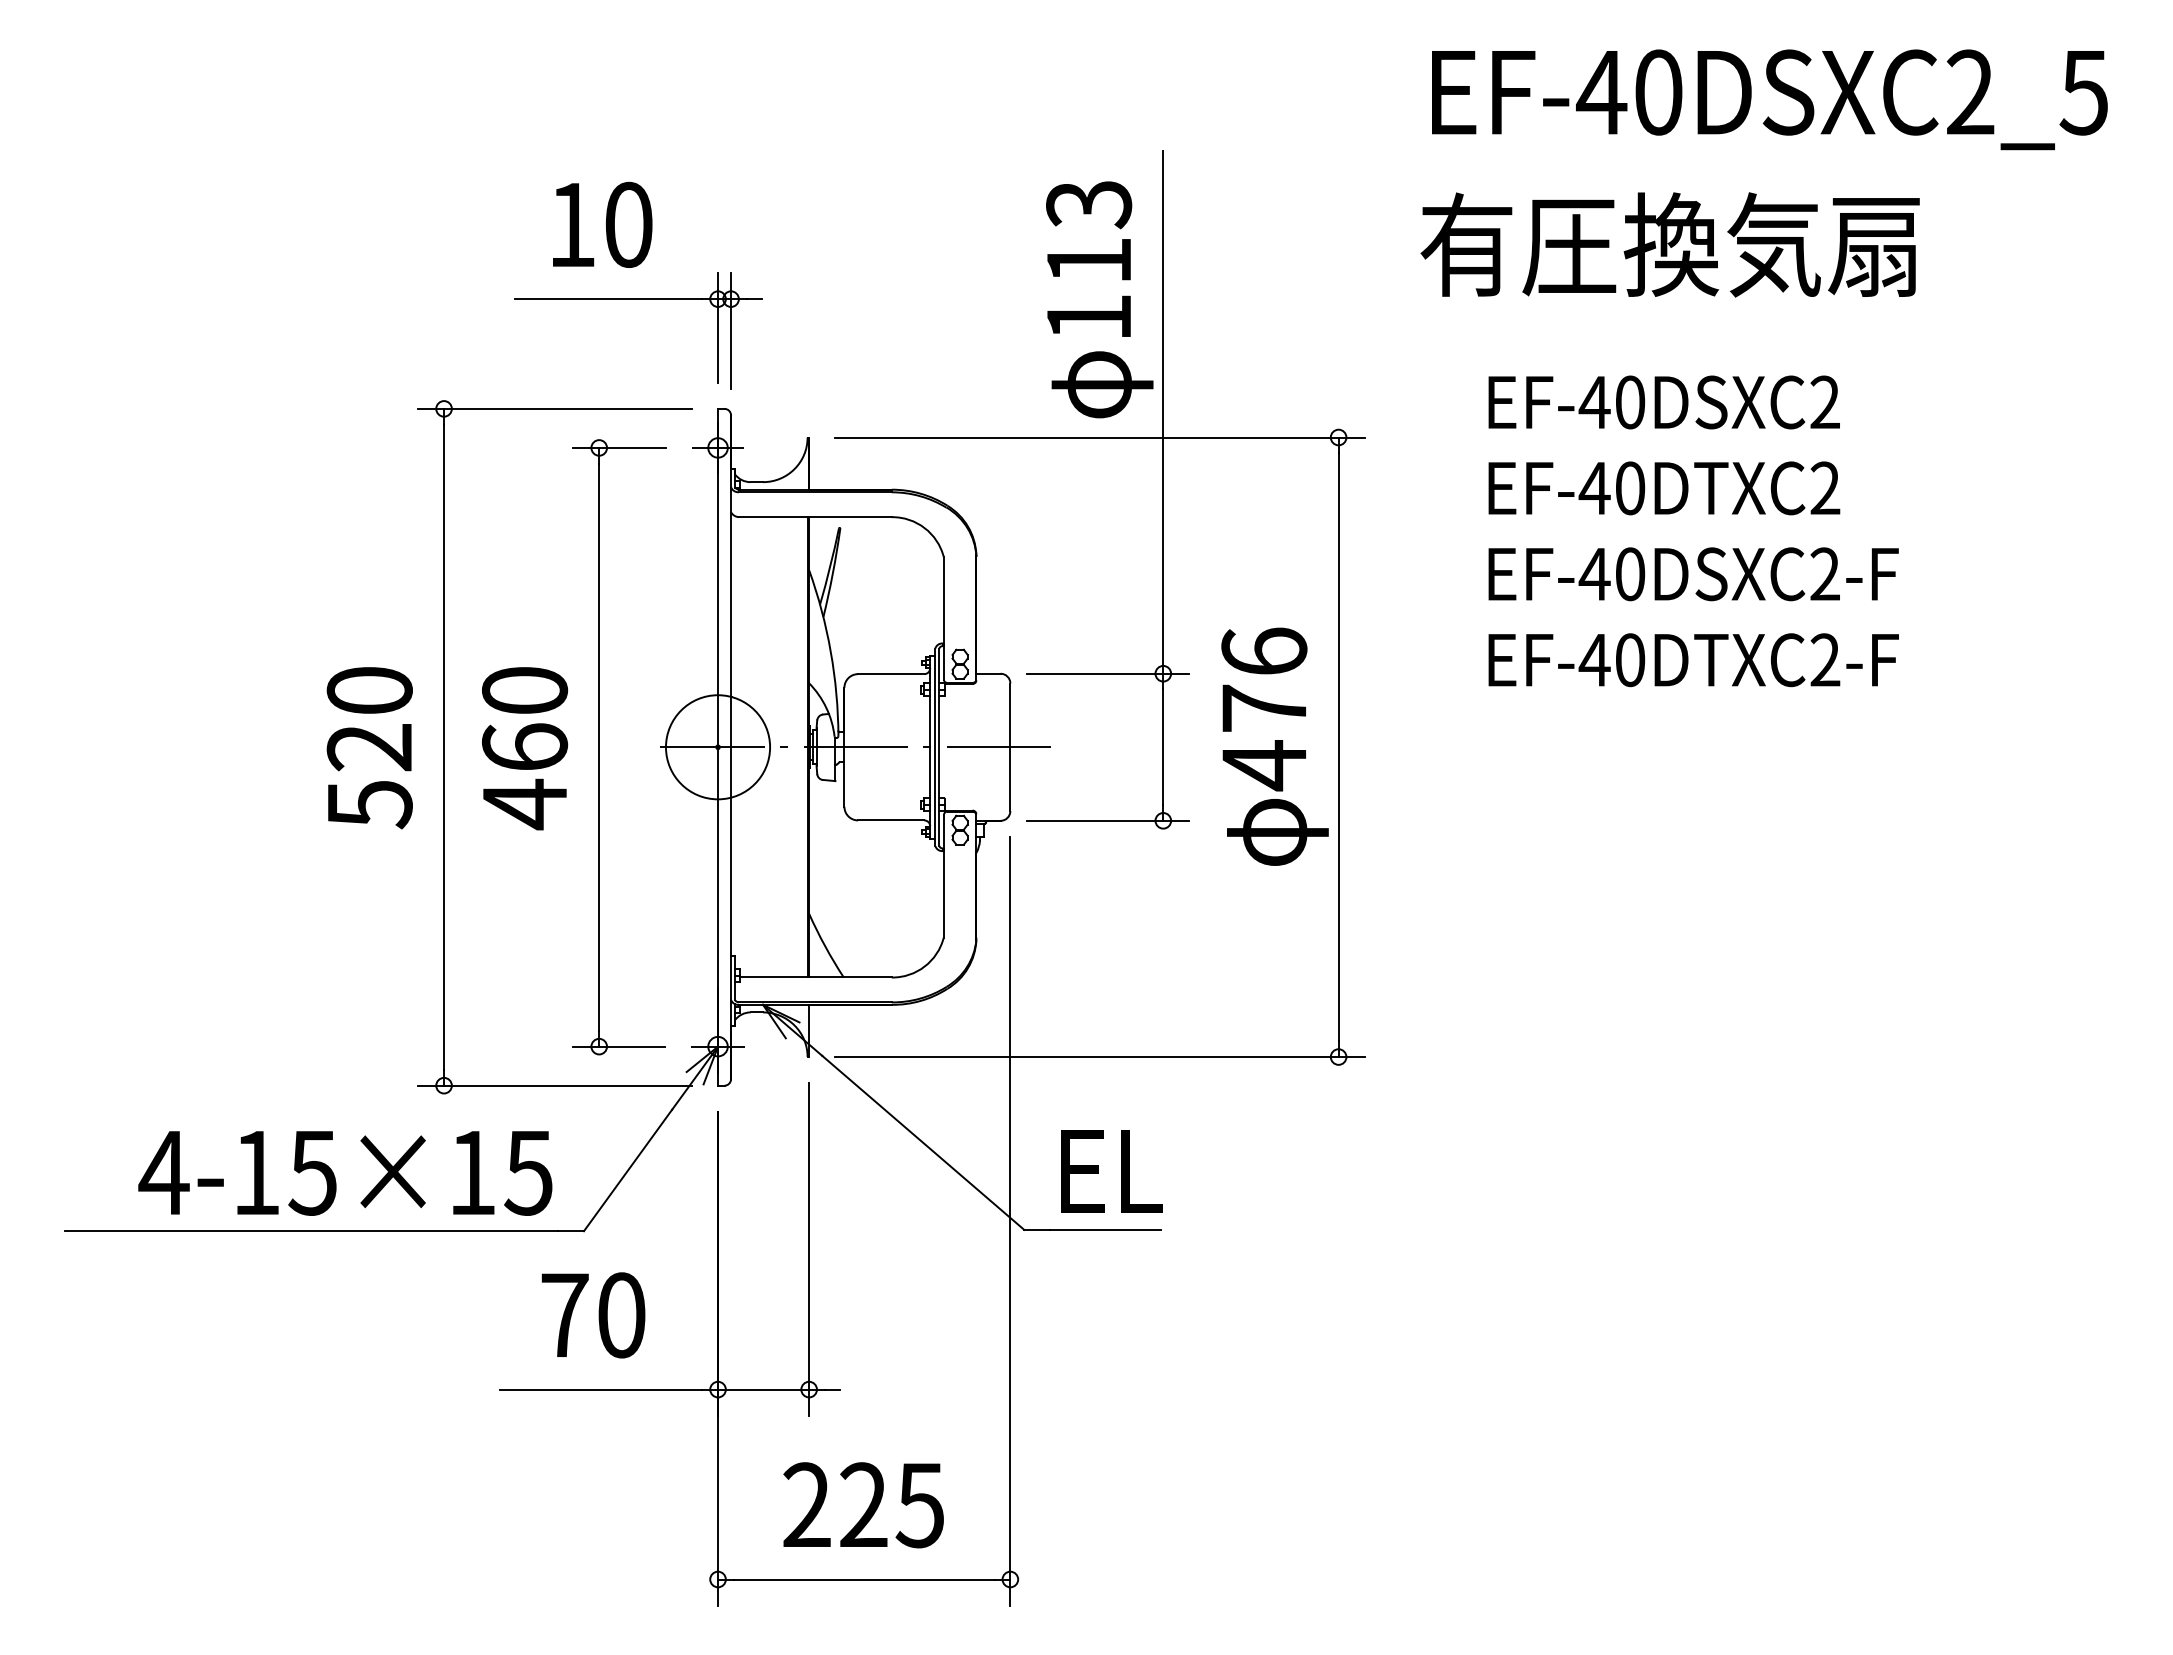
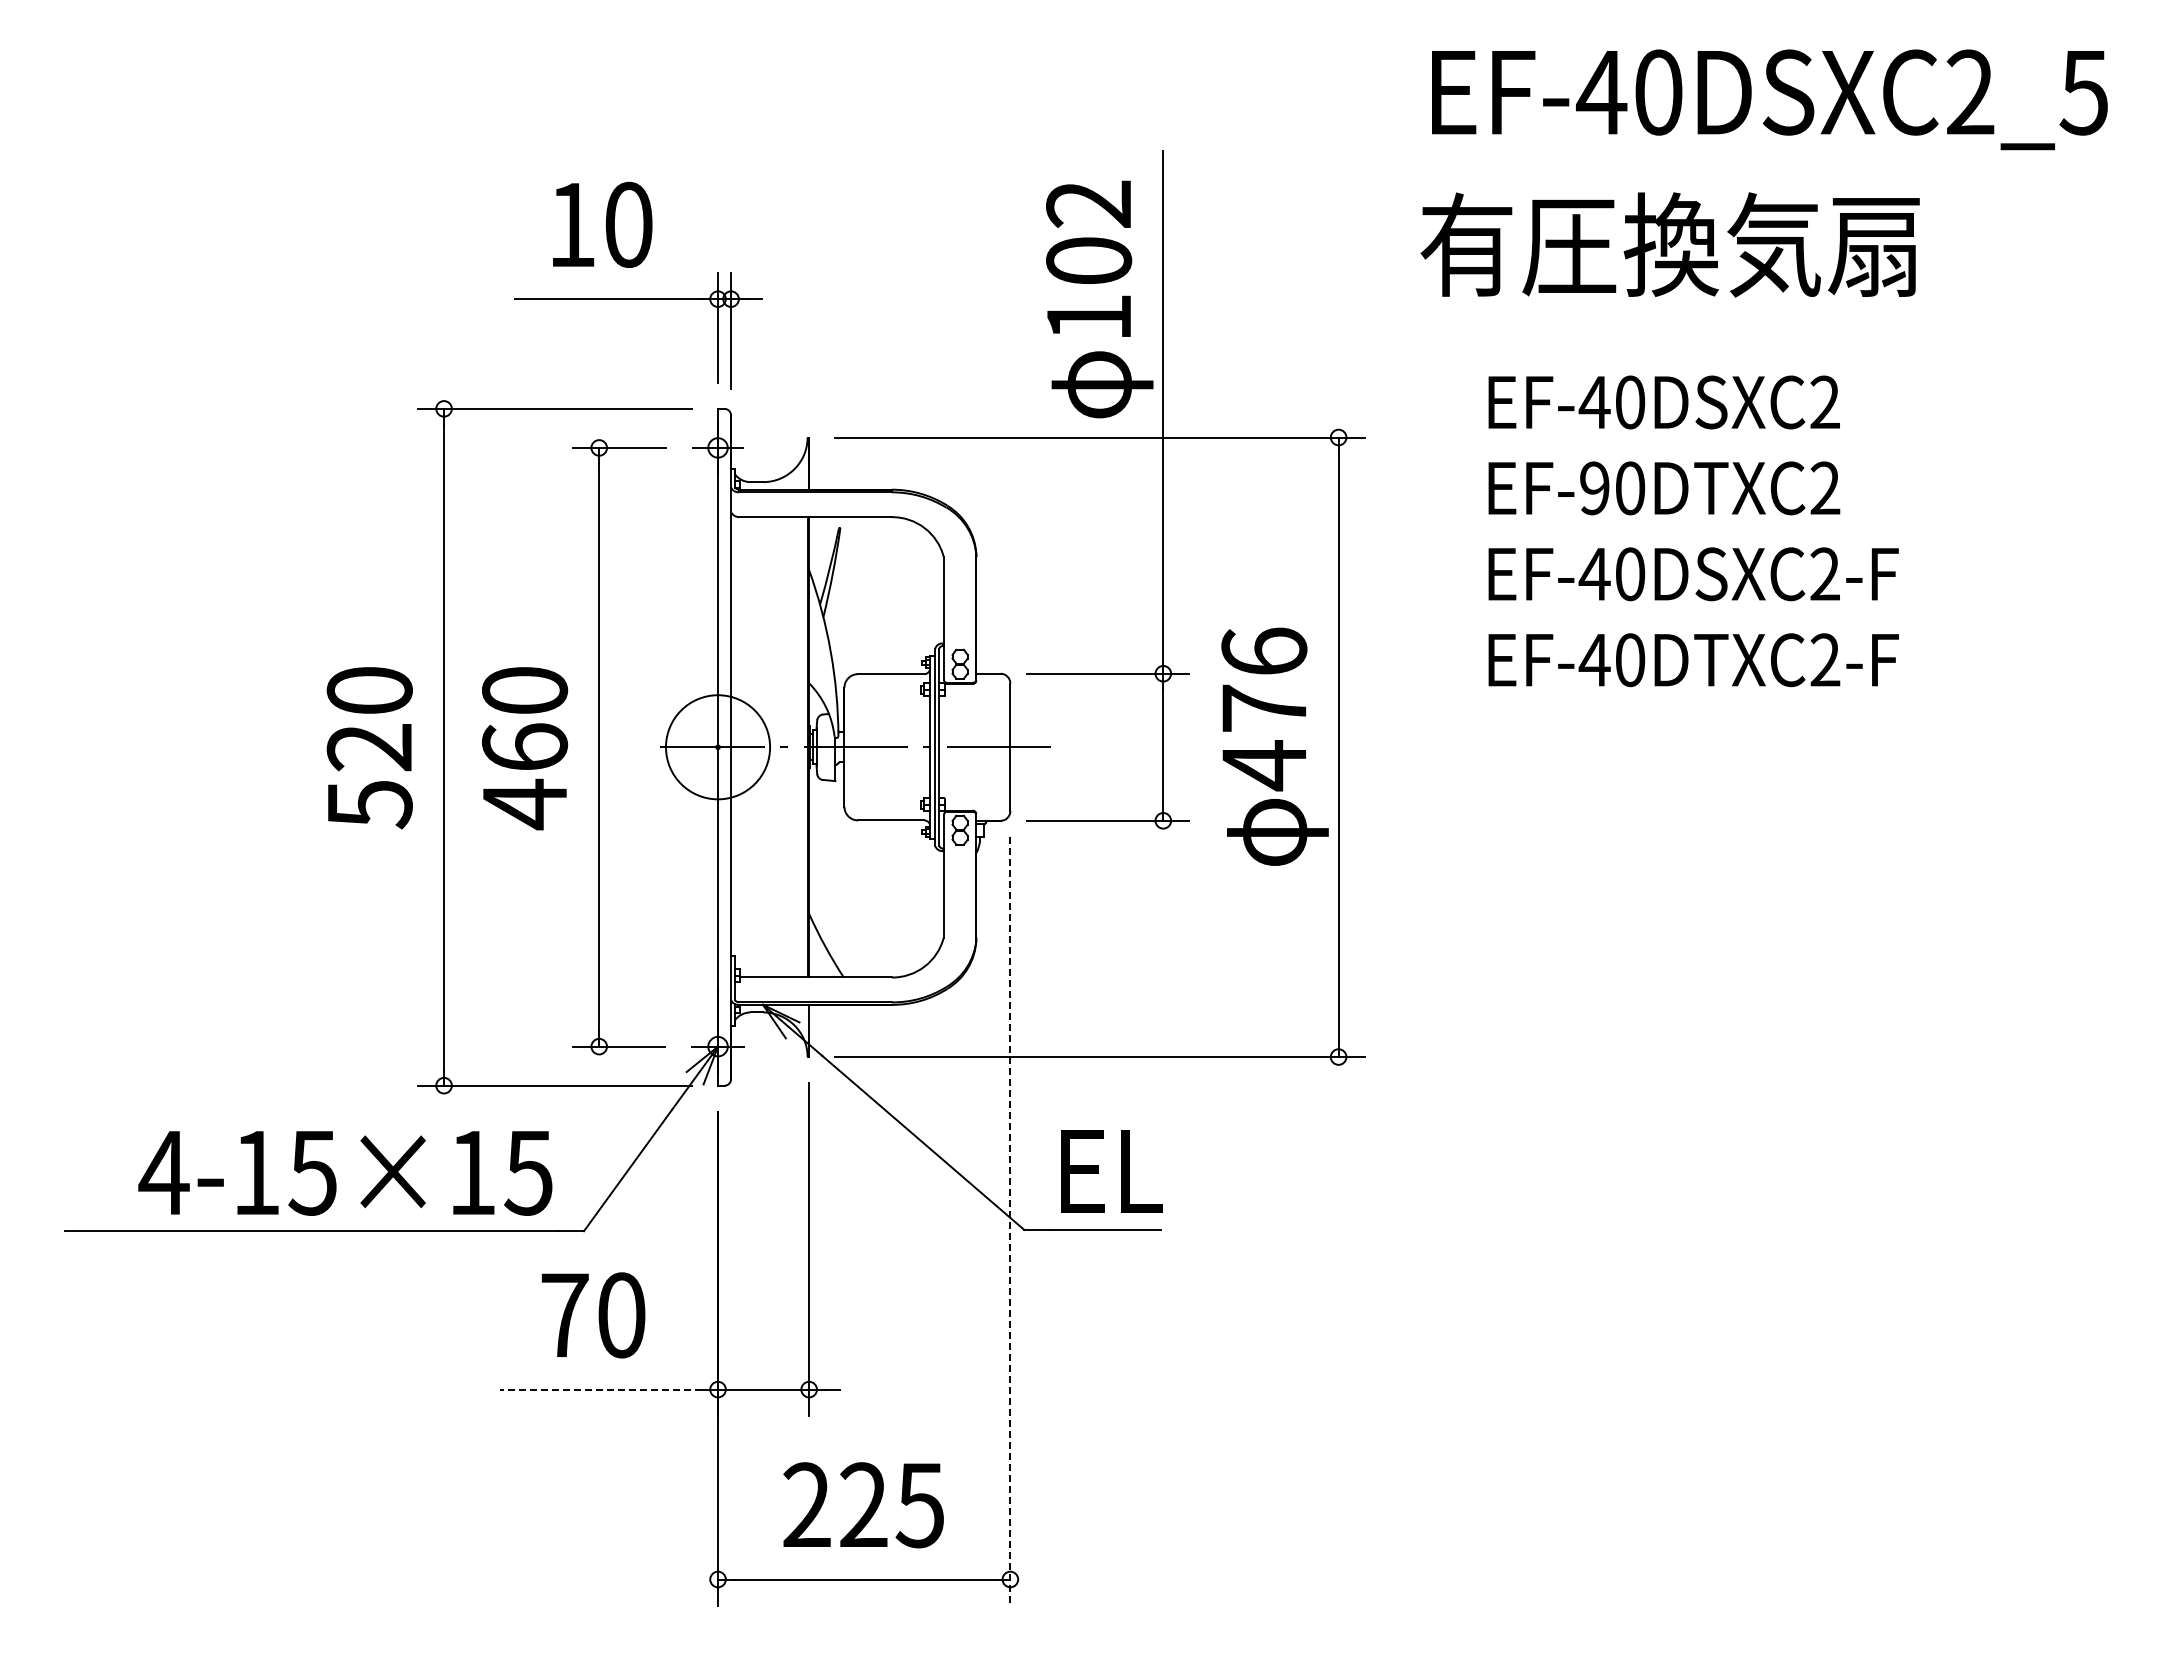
text at (1089, 231): 113 -> 102
text at (1594, 488): EF-40DTXC2 -> EF-90DTXC2
line at (1010, 1221): solid -> dashed
line at (600, 1389): solid -> dashed
